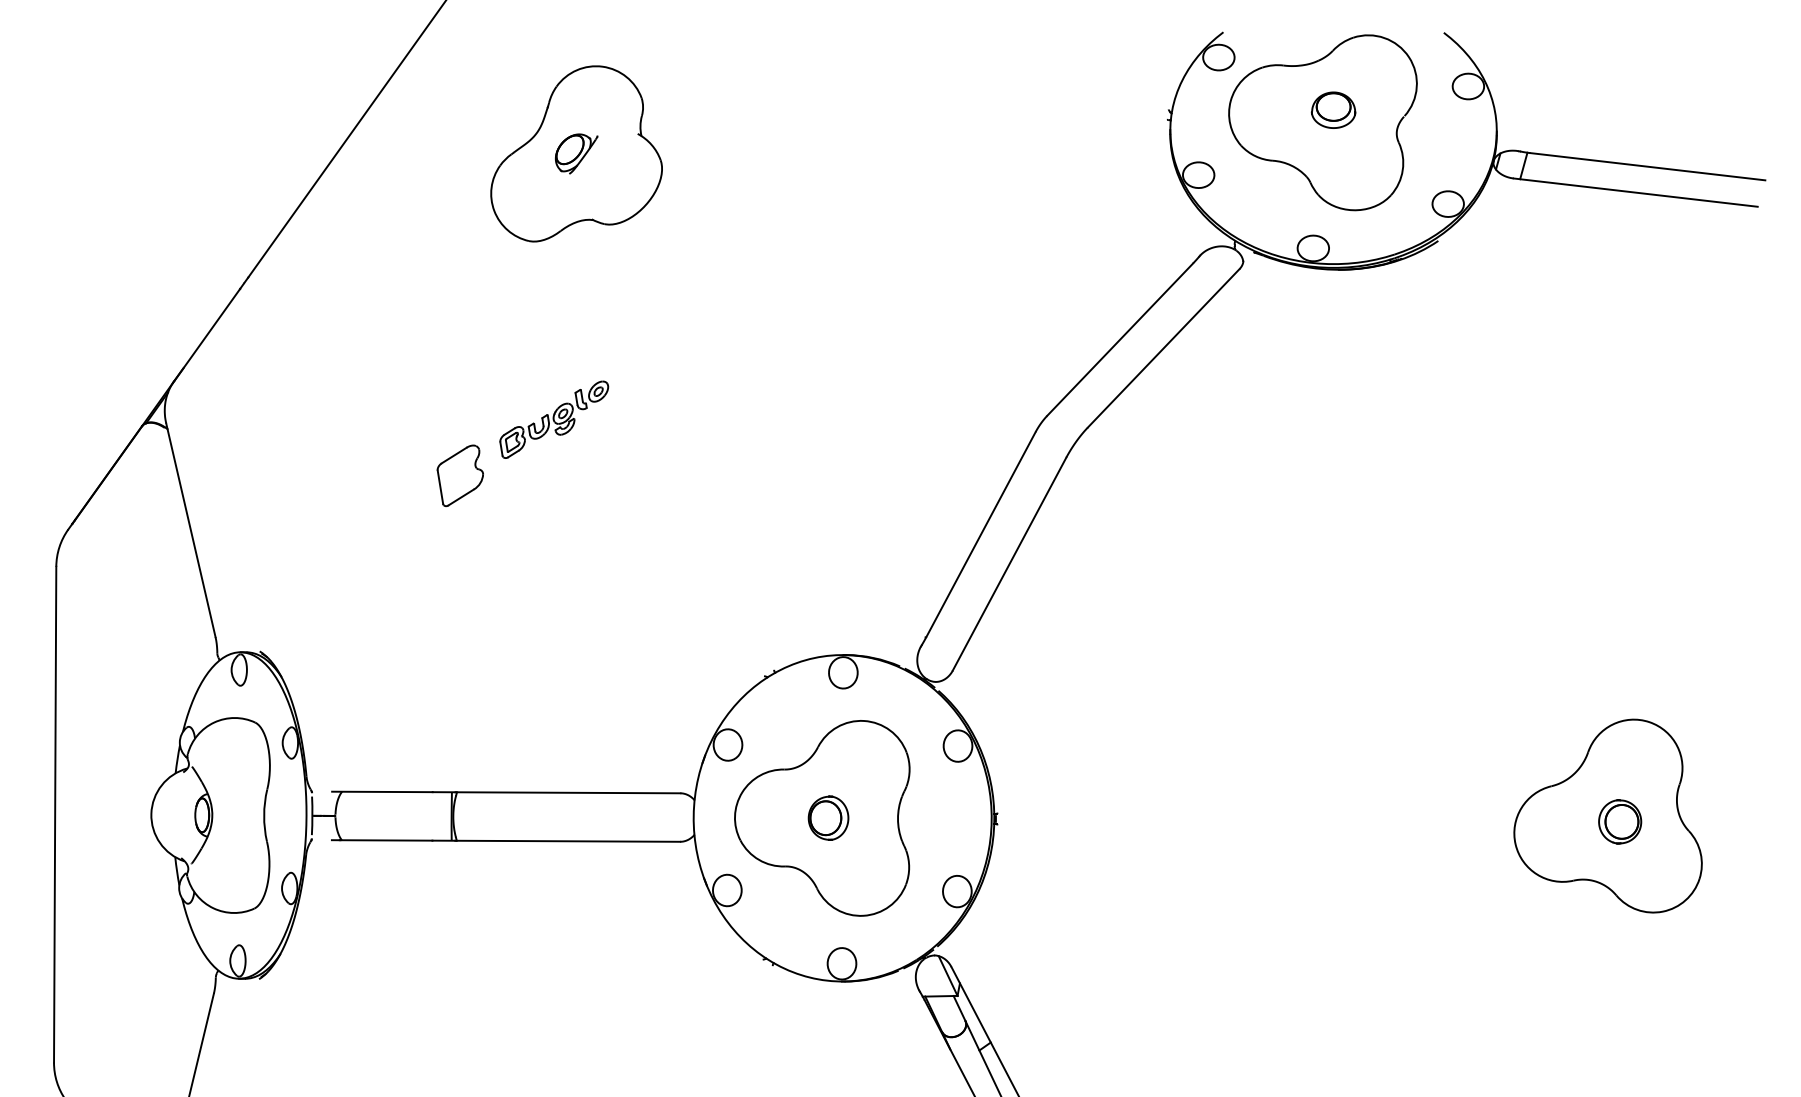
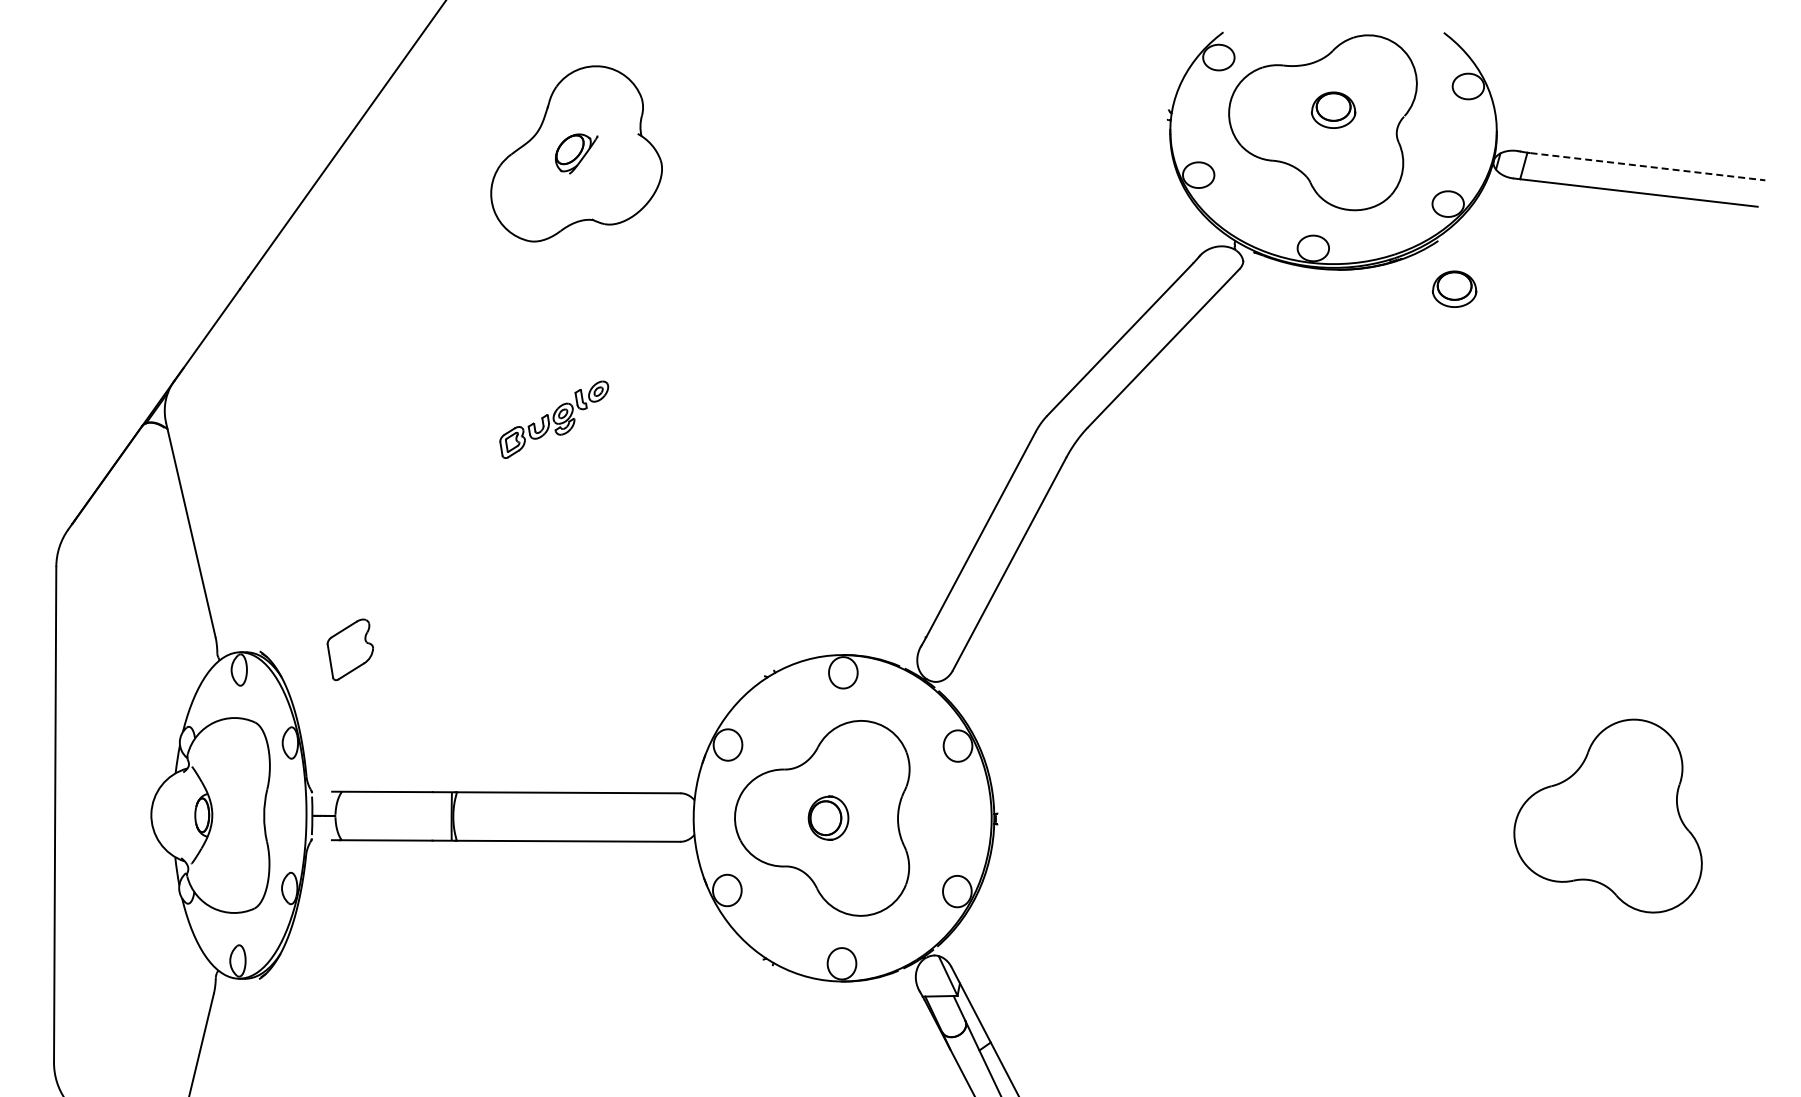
line at (1648, 166): solid -> dashed
part at (1454, 288): none -> present
part at (459, 475) position: (459, 475) -> (349, 649)
part at (1620, 821): present -> none
